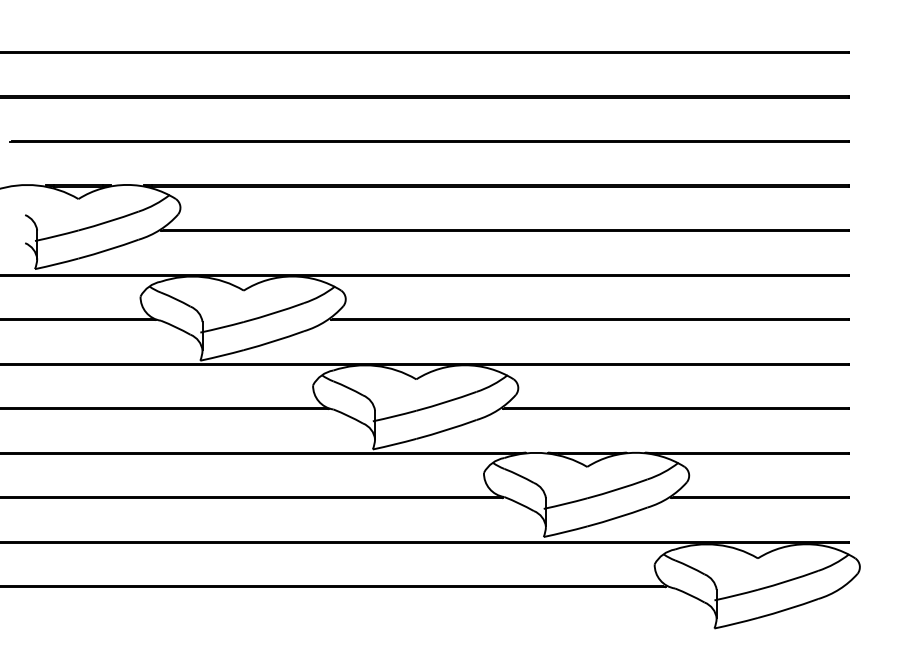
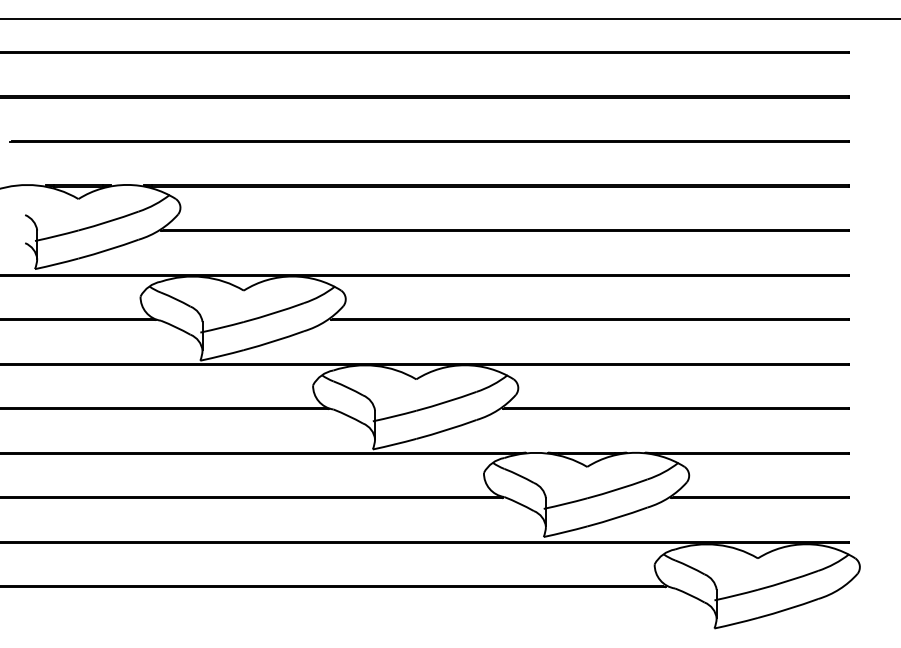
line at (449, 19): none -> present
